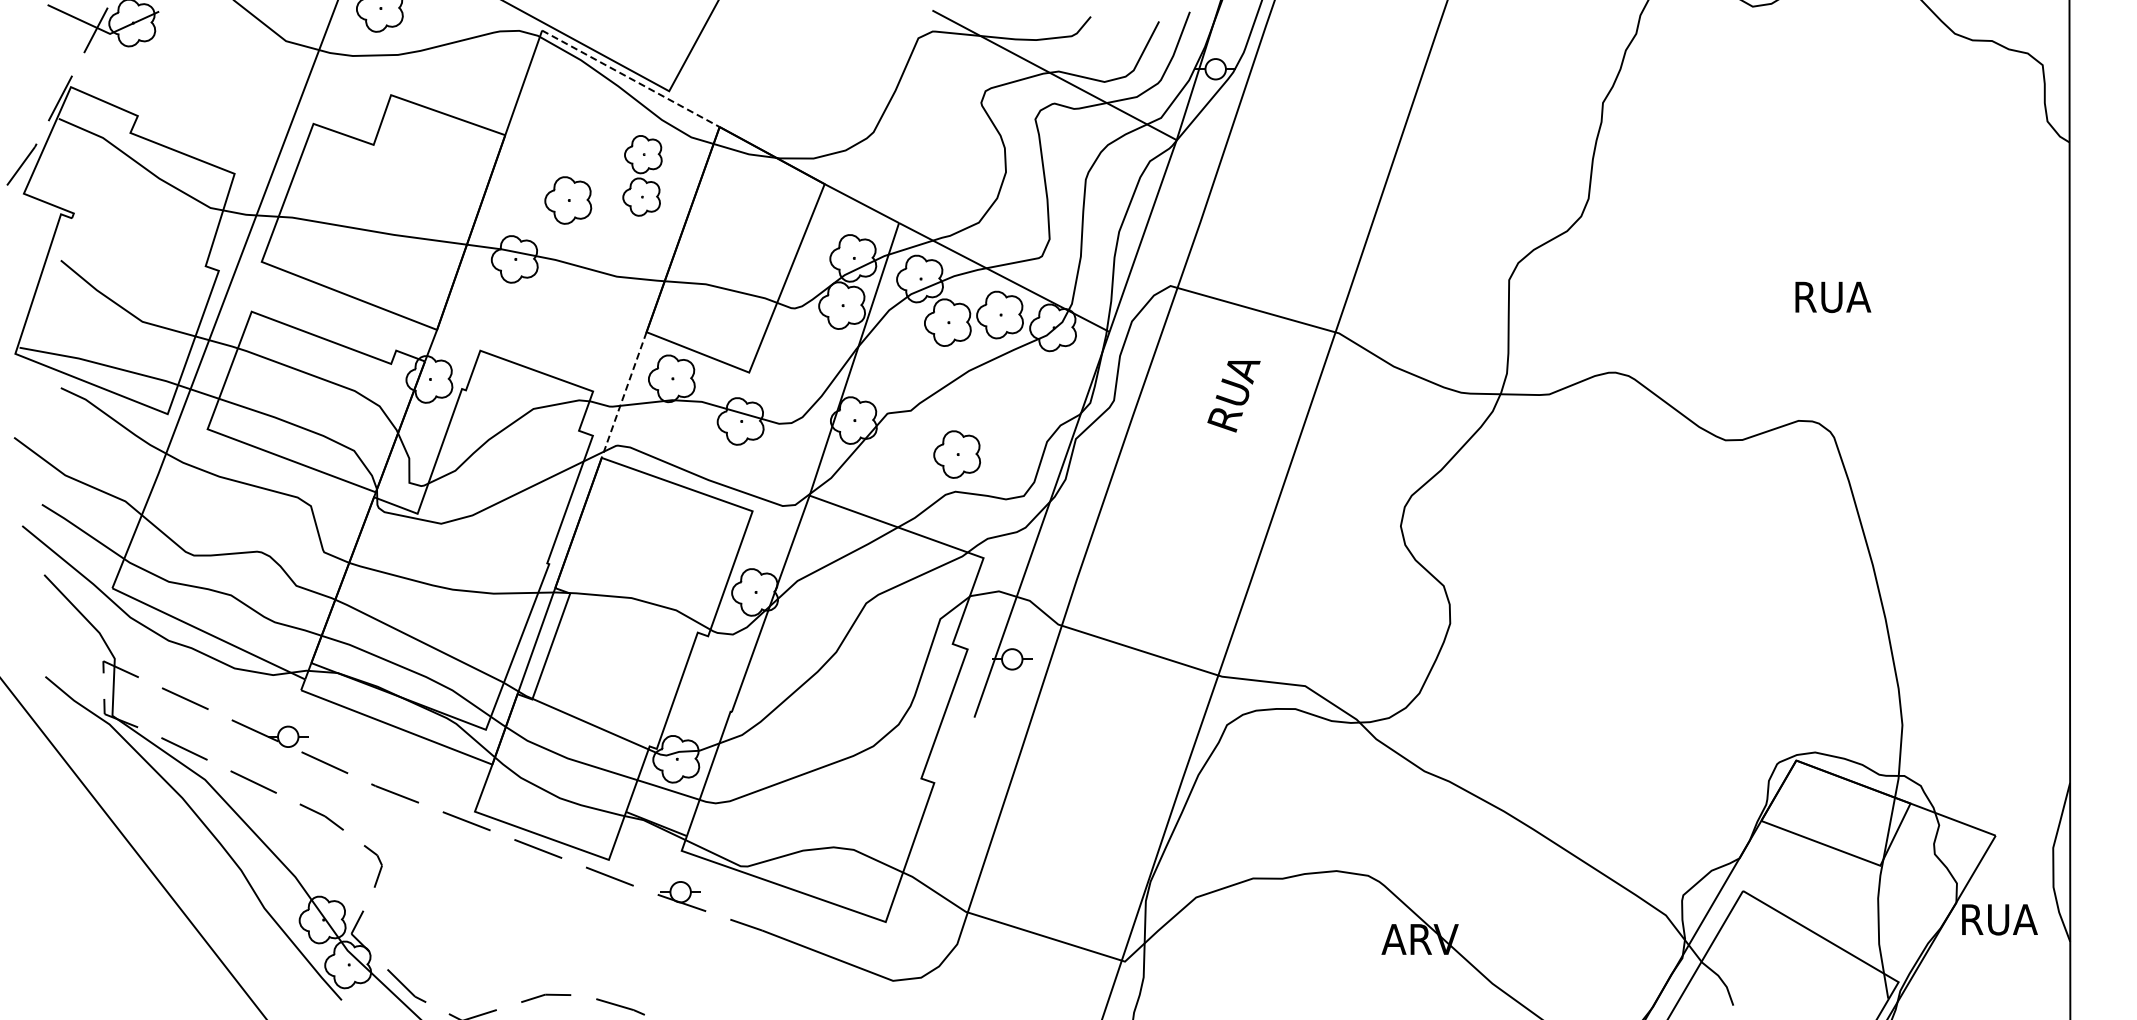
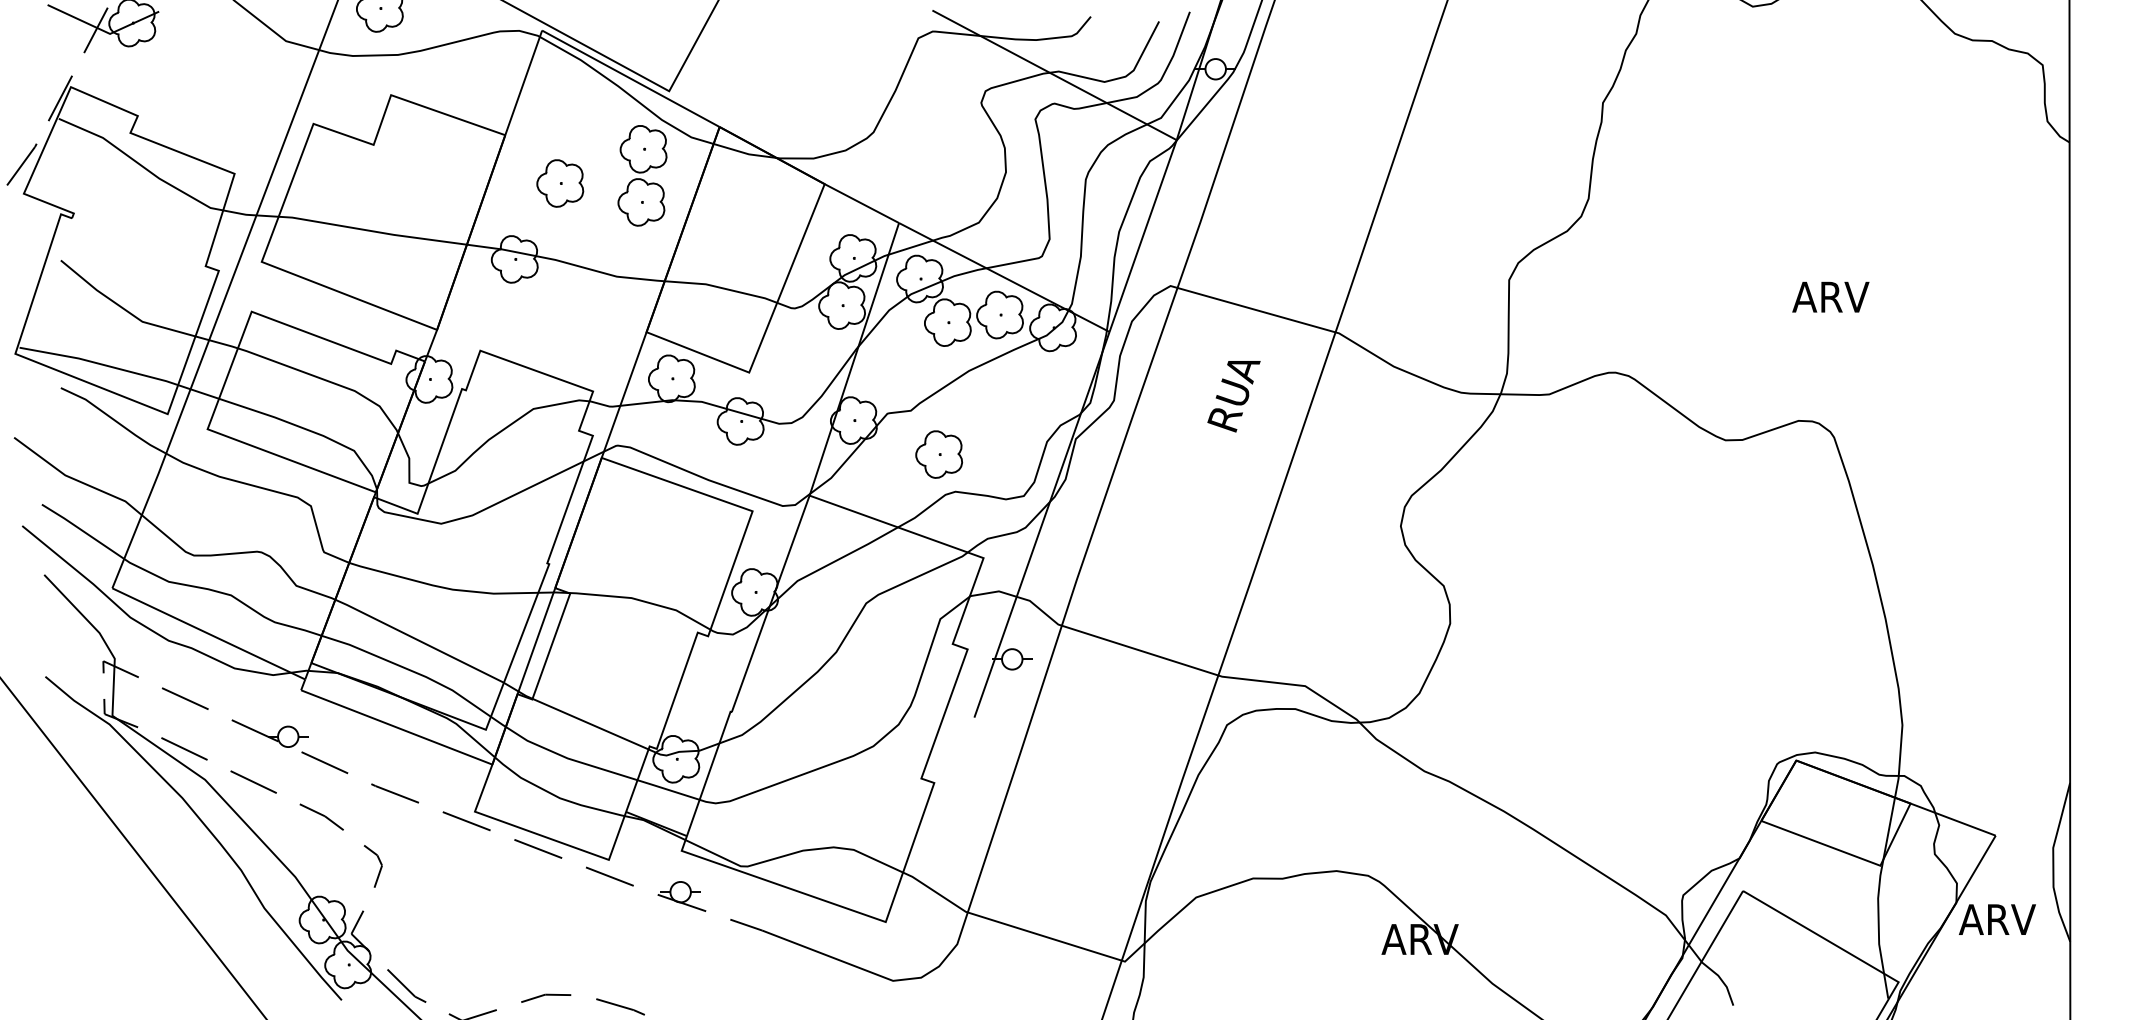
line at (631, 79): dashed -> solid
part at (642, 175) size: 41x82 px -> 51x102 px
part at (568, 200) position: (568, 200) -> (560, 183)
text at (1831, 297): RUA -> ARV
line at (624, 395): dashed -> solid
part at (957, 454) position: (957, 454) -> (939, 454)
text at (1997, 919): RUA -> ARV
